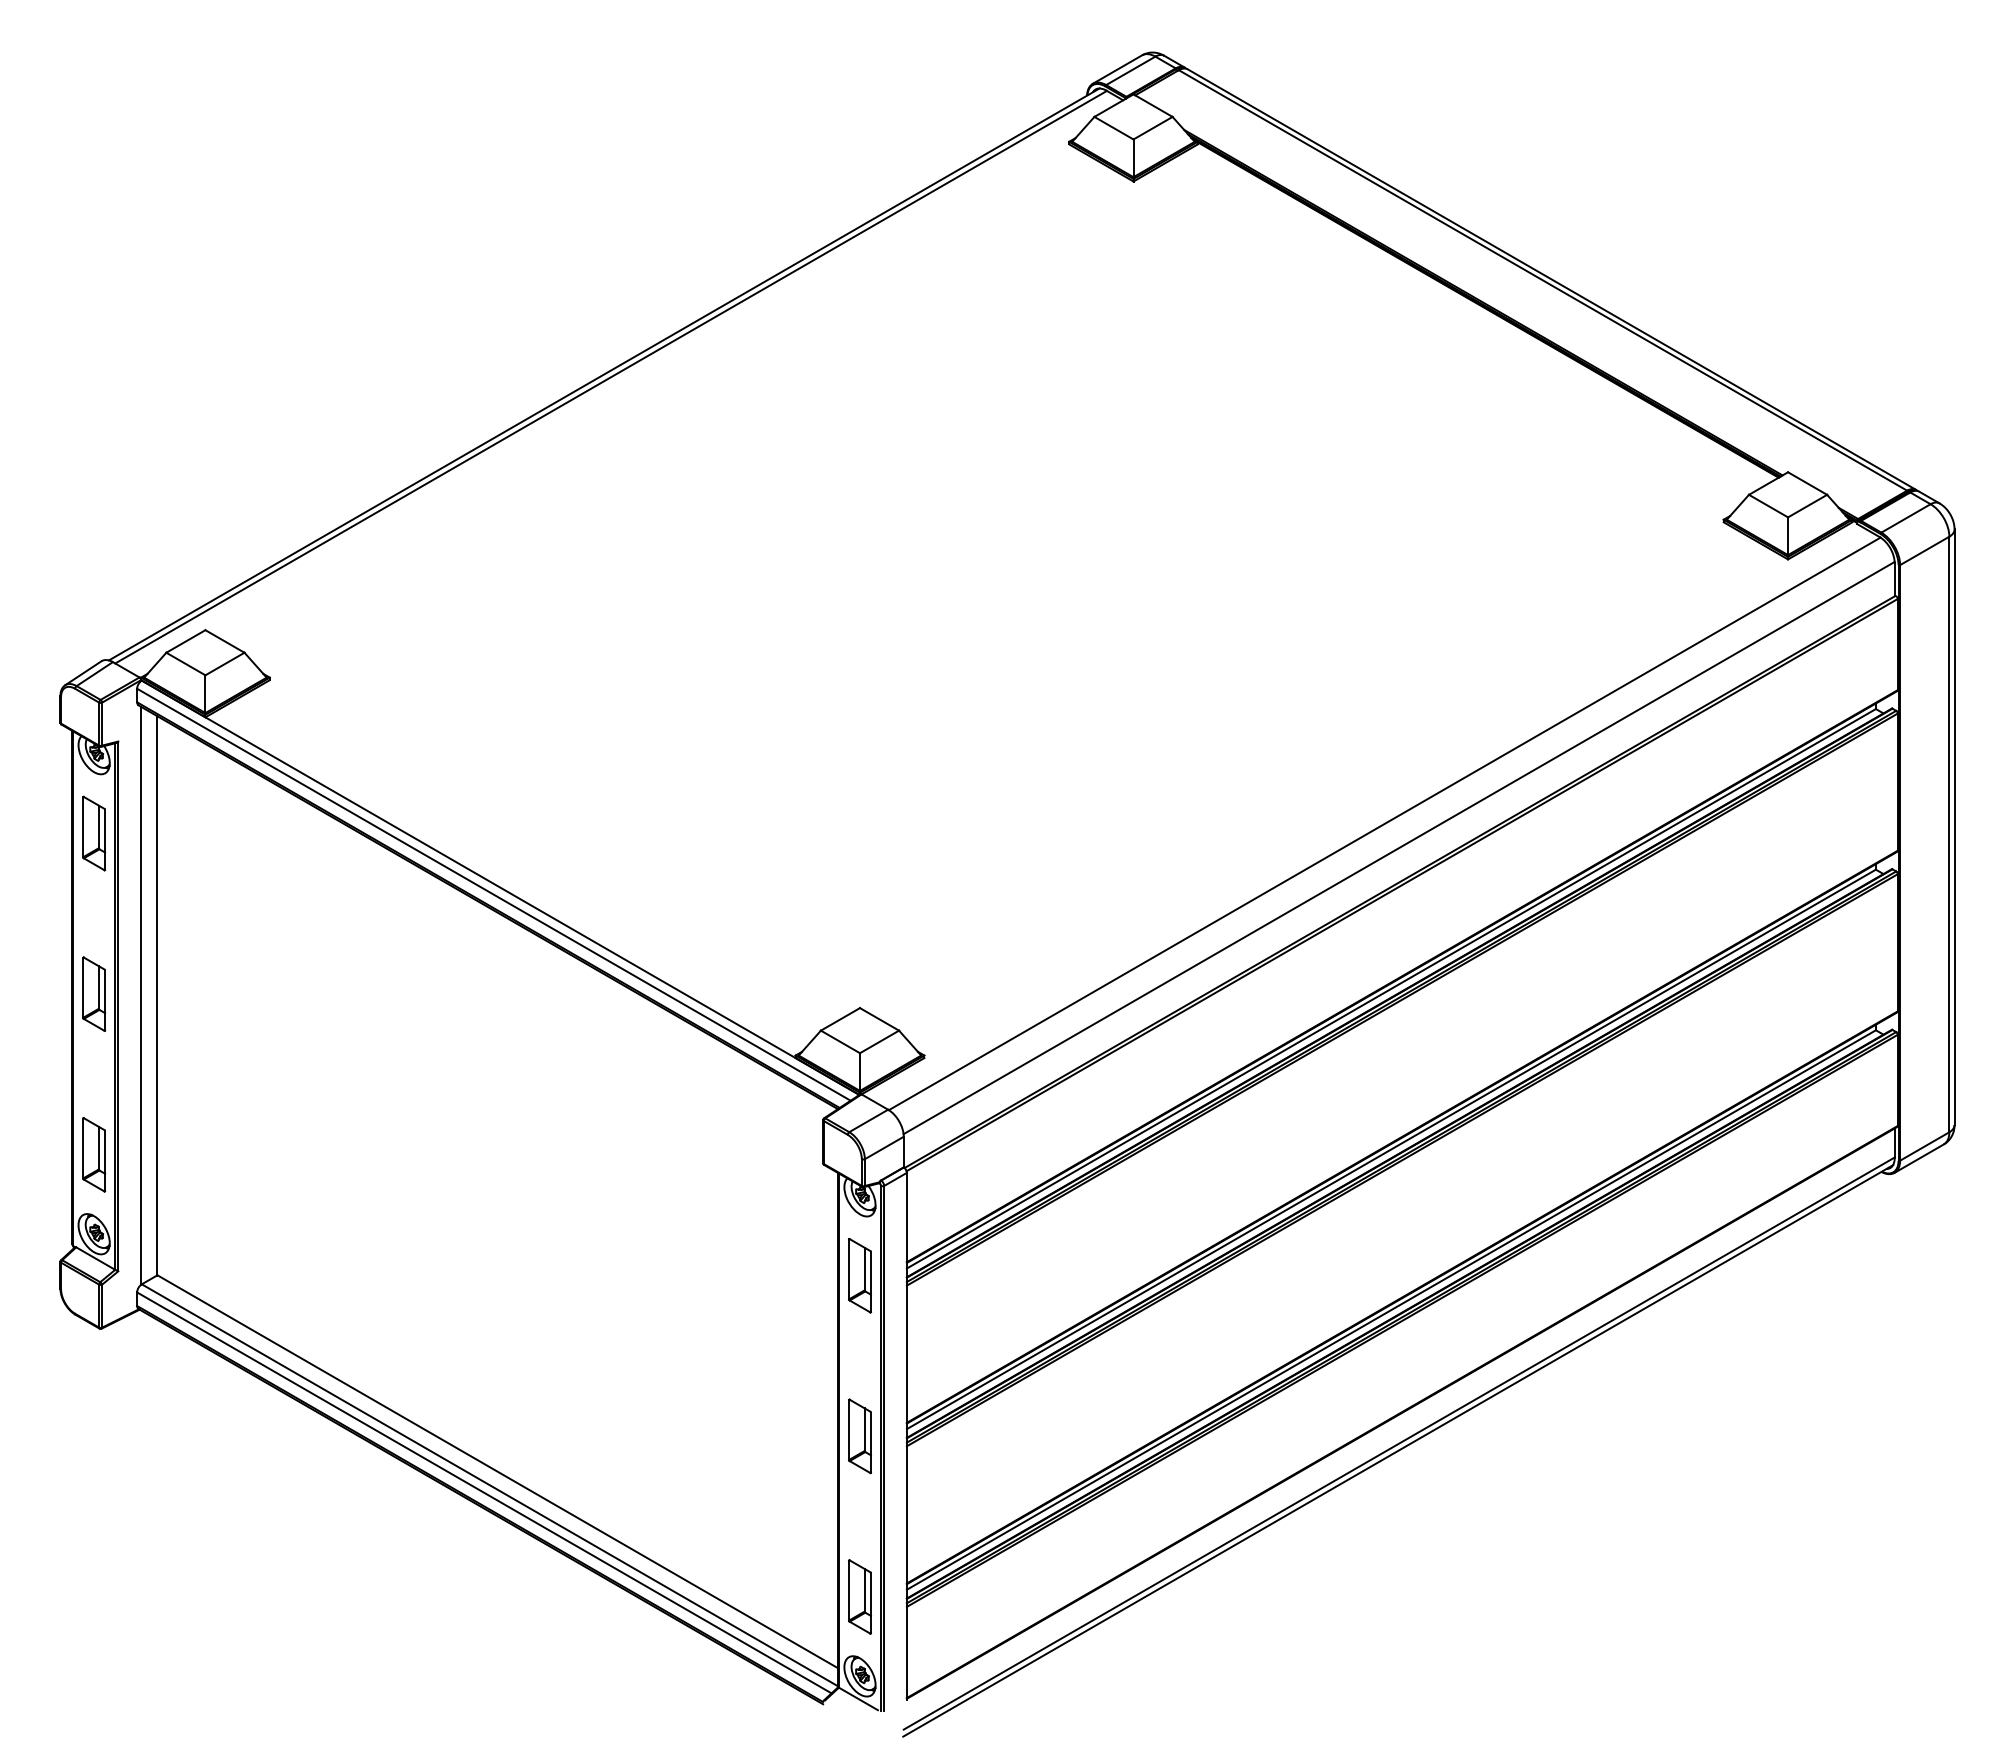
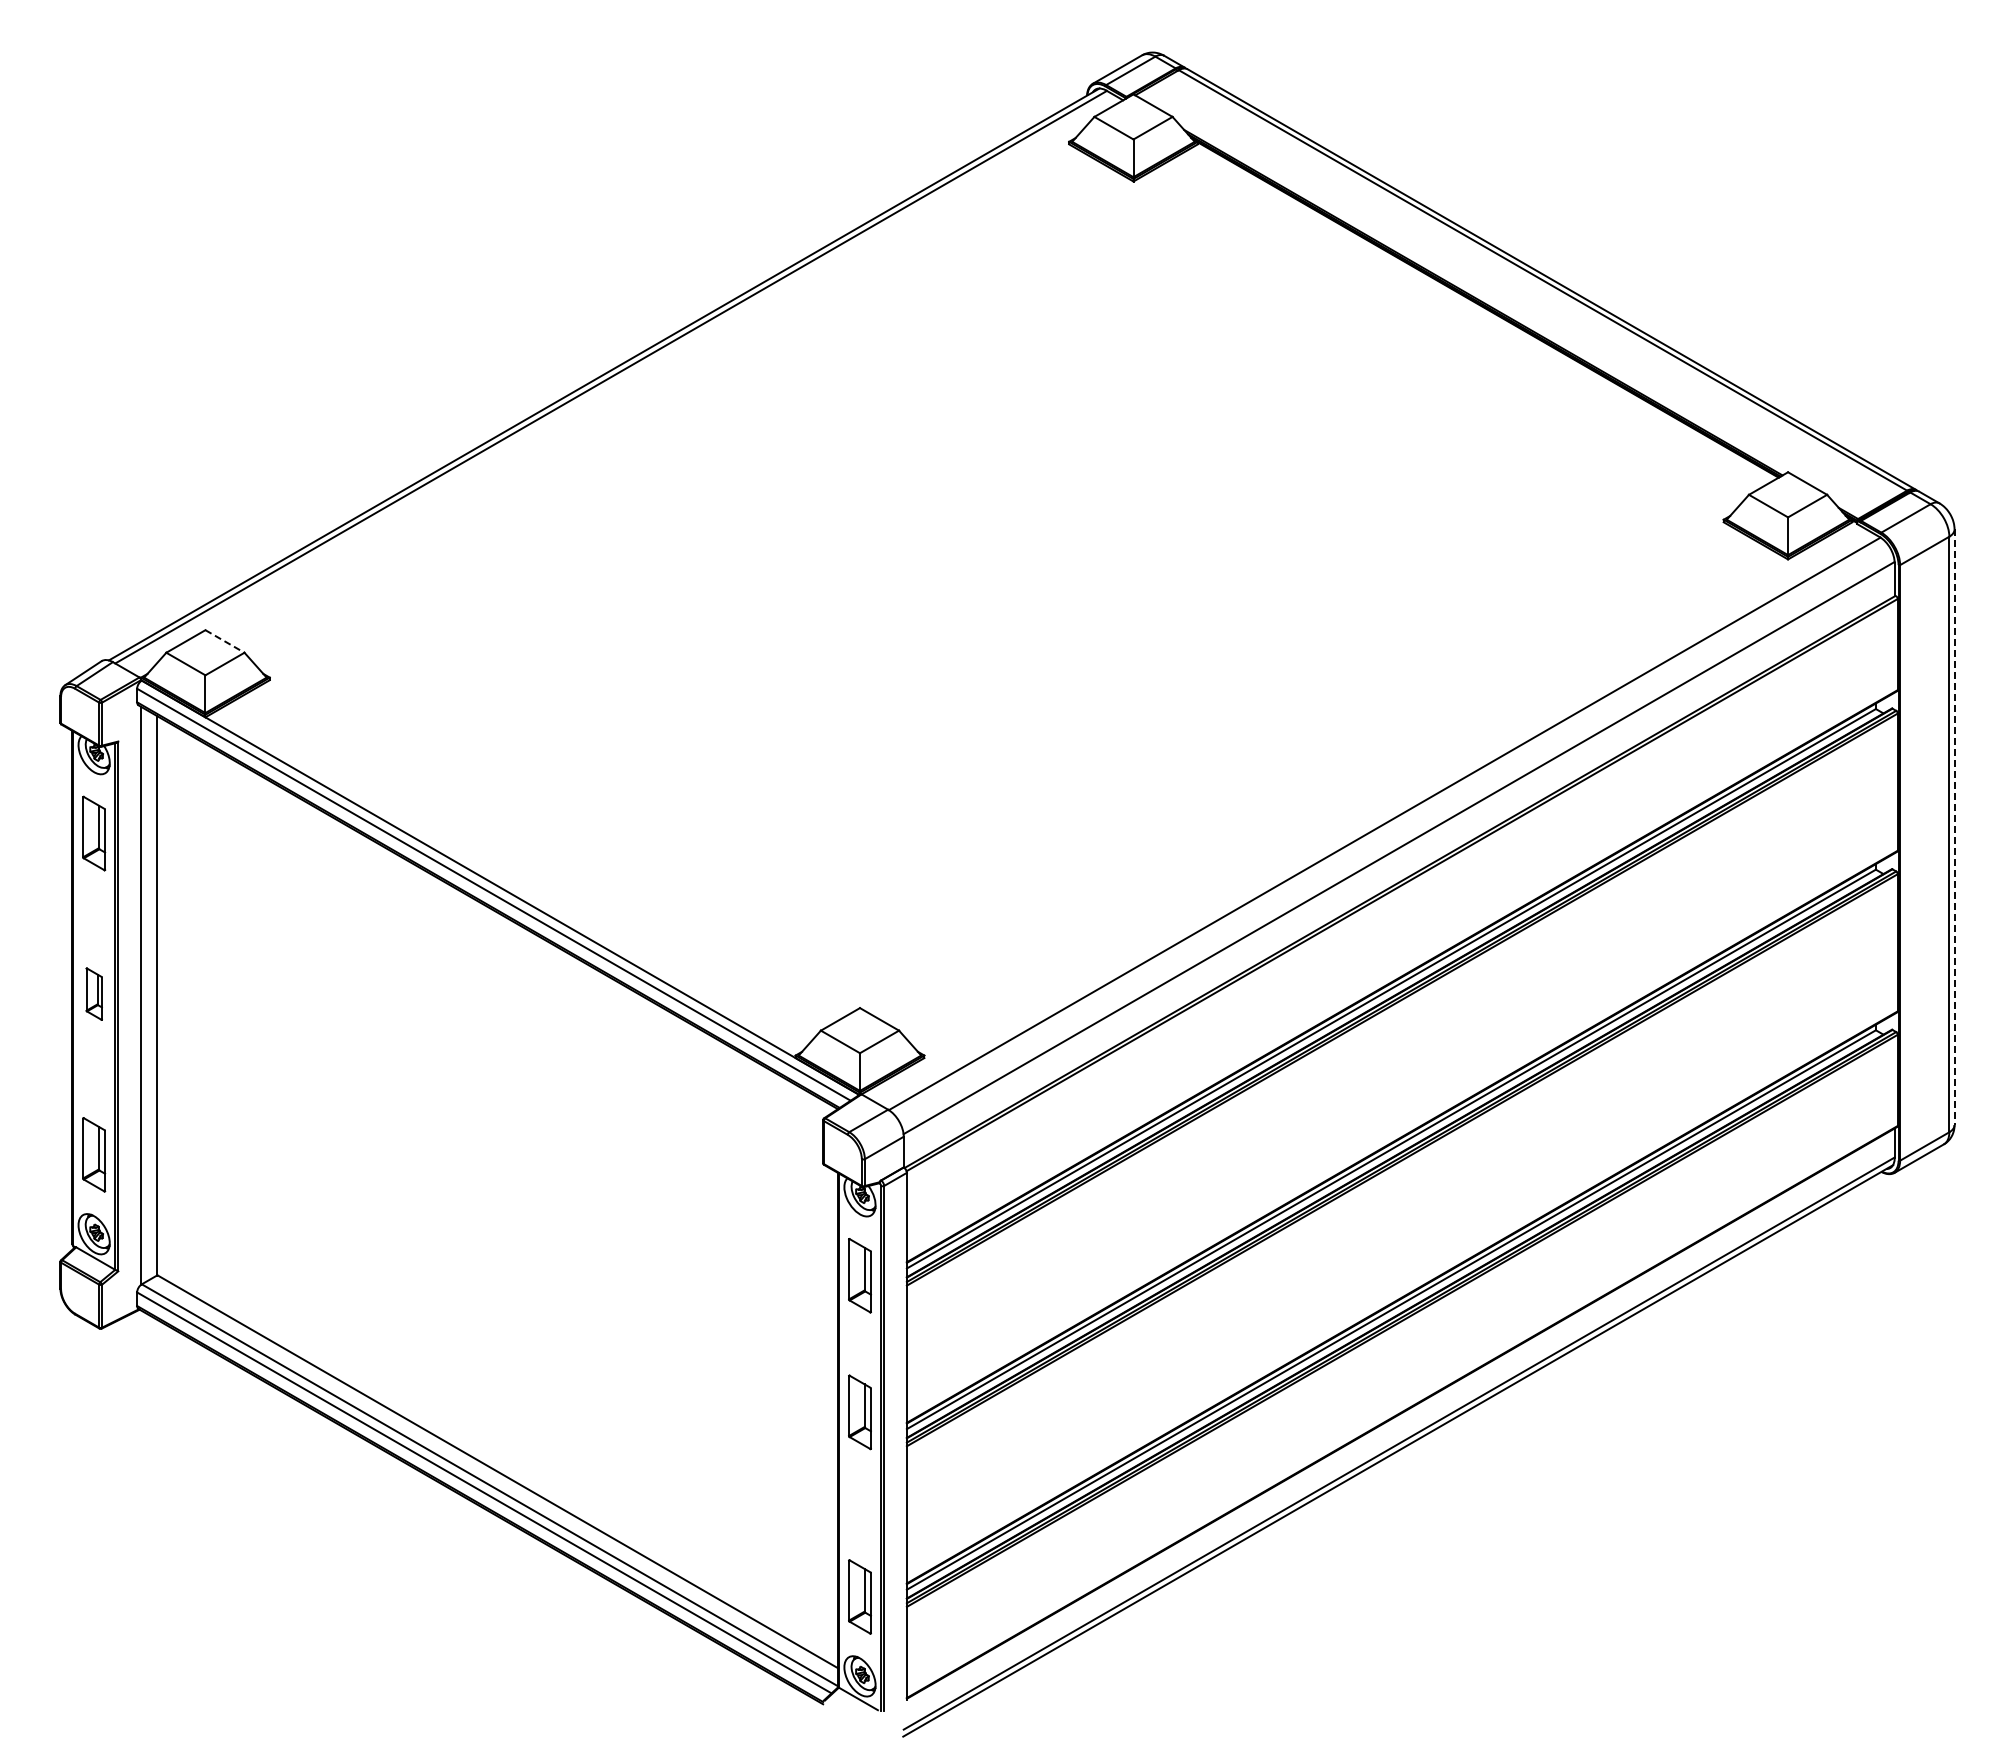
line at (224, 641): solid -> dashed
line at (1954, 827): solid -> dashed
part at (94, 993) size: 25x76 px -> 18x54 px
part at (859, 1436) position: (859, 1436) -> (859, 1412)
